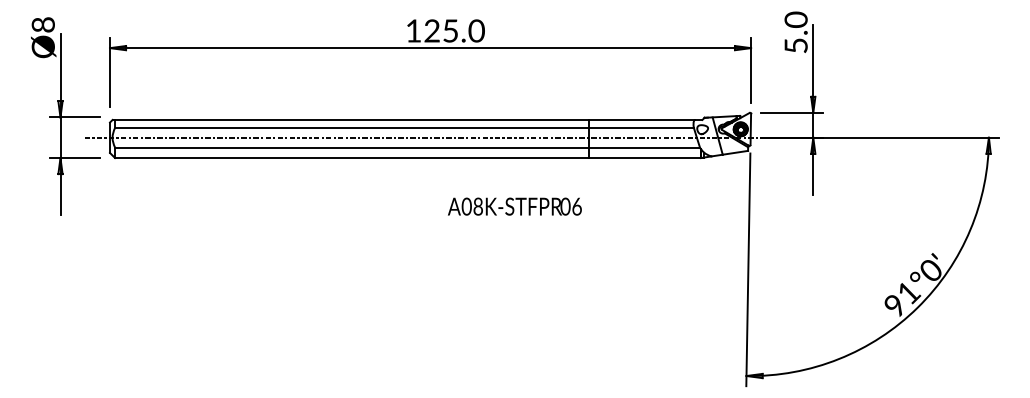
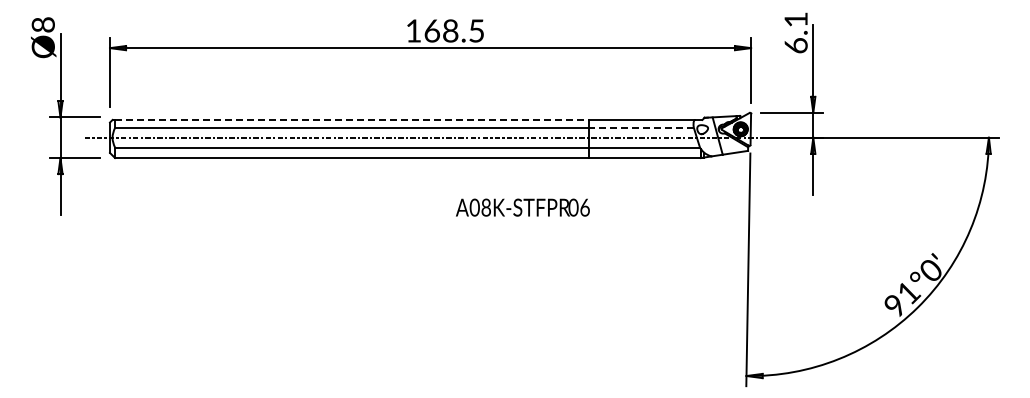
text at (454, 30): 125.0 -> 168.5
text at (795, 32): 5.0 -> 6.1
line at (351, 119): solid -> dashed
line at (641, 127): solid -> dashed
text at (514, 206) position: (514, 206) -> (522, 207)
